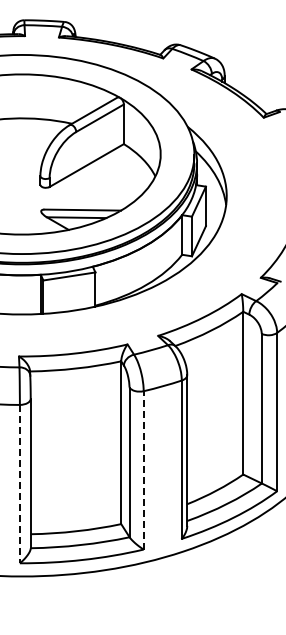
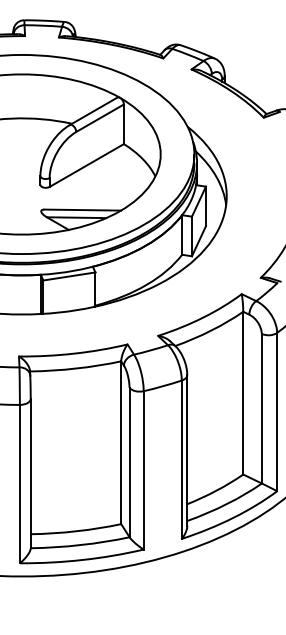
line at (143, 469): dashed -> solid
line at (19, 484): dashed -> solid
